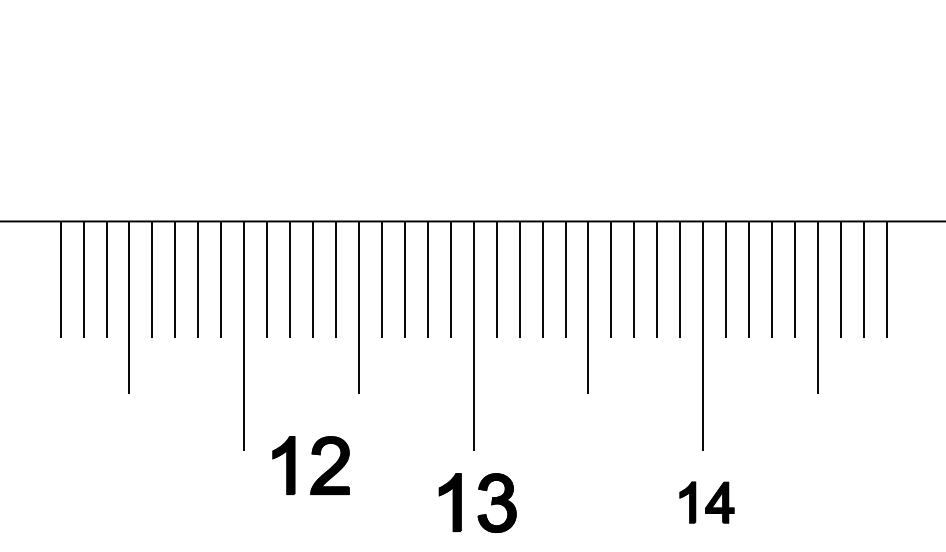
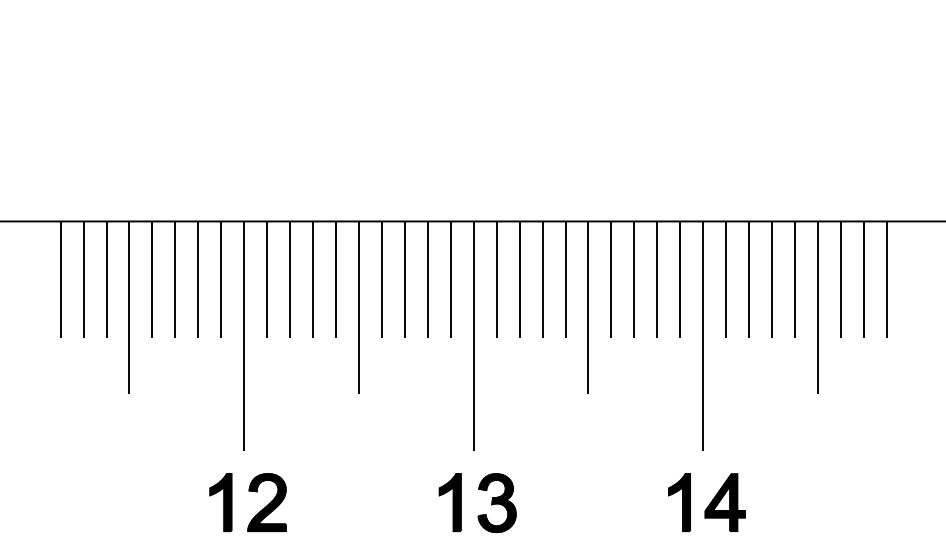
part at (311, 454) position: (311, 454) -> (248, 491)
part at (706, 502) size: 56x43 px -> 78x59 px
